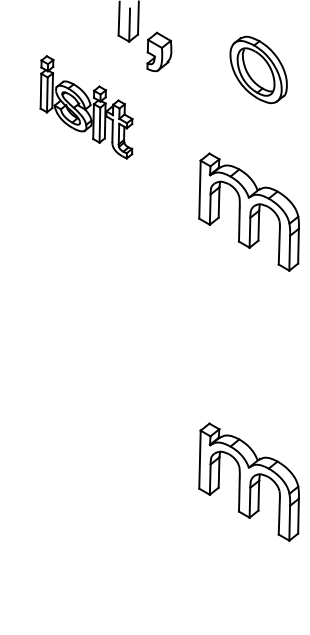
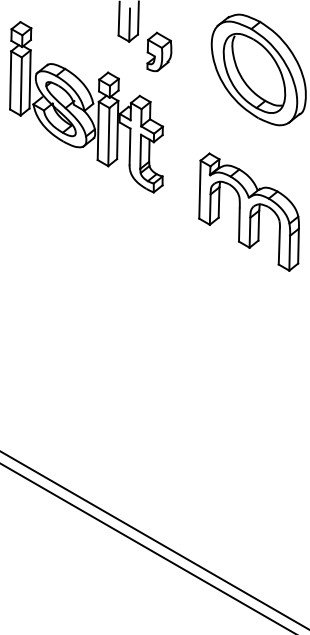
part at (258, 69) size: 59x70 px -> 97x114 px
part at (86, 107) size: 95x105 px -> 155x173 px
part at (248, 481): present -> none
line at (154, 540): none -> present
line at (146, 547): none -> present
